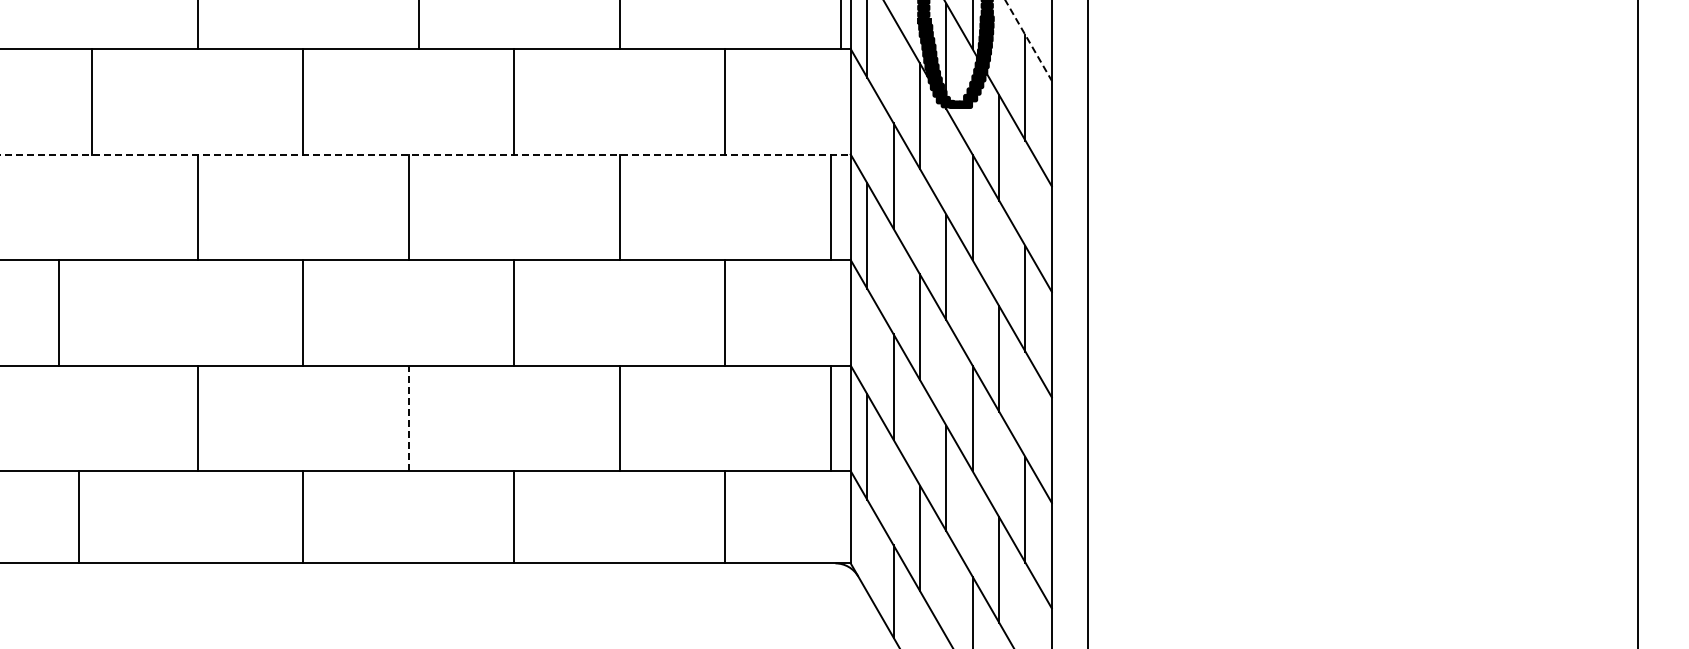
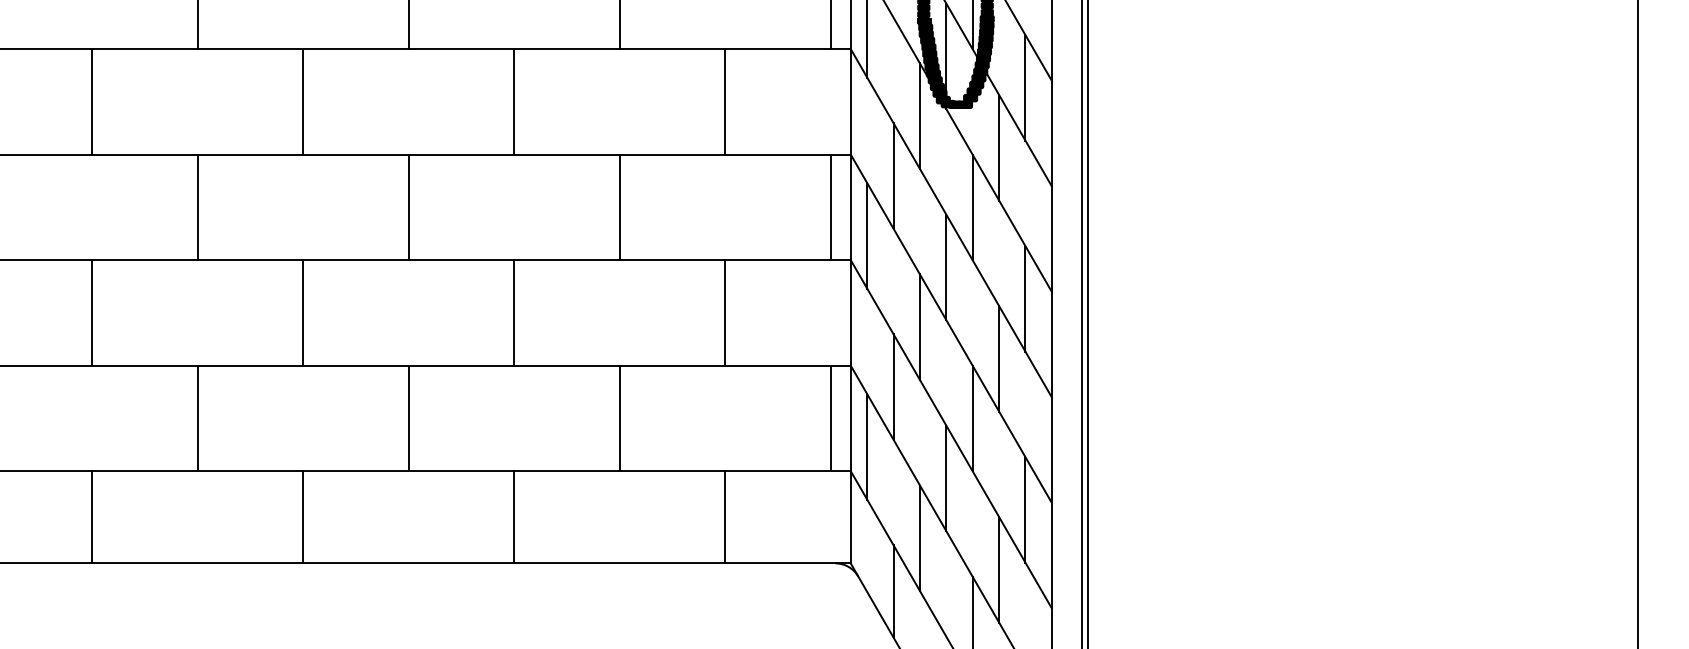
line at (418, 25) position: (418, 25) -> (408, 25)
line at (840, 25) position: (840, 25) -> (830, 25)
line at (1028, 41): dashed -> solid
line at (425, 154): dashed -> solid
line at (59, 312) position: (59, 312) -> (92, 312)
line at (1081, 323): none -> present
line at (408, 418): dashed -> solid
line at (79, 517) position: (79, 517) -> (92, 517)
